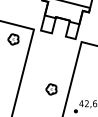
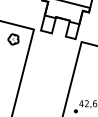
part at (51, 89): present -> none
